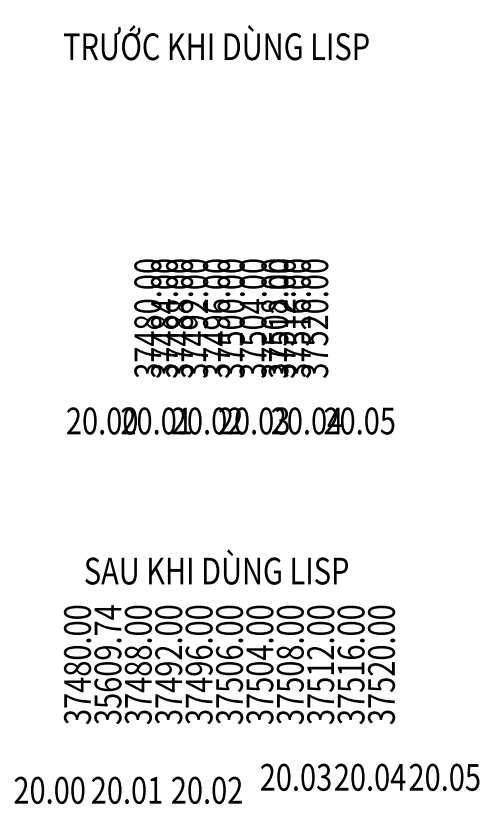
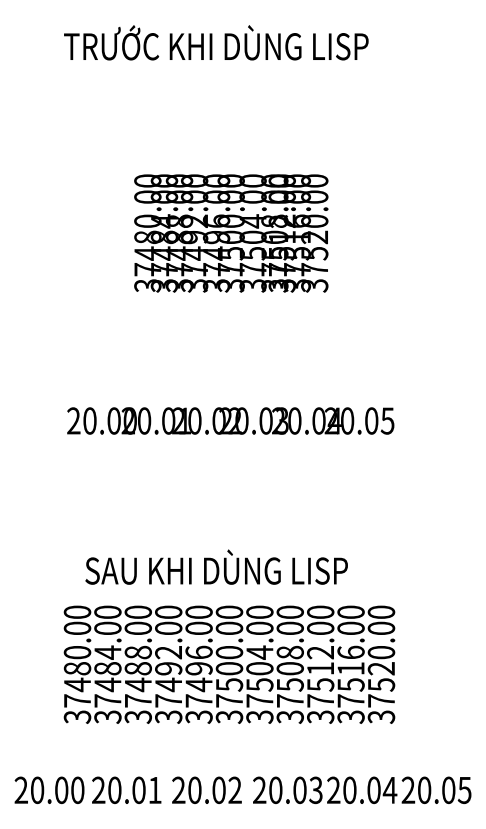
text at (231, 318) position: (231, 318) -> (231, 233)
text at (229, 652): 37506.00 -> 37500.00
text at (107, 656): 35609.74 -> 37484.00
text at (370, 776) position: (370, 776) -> (362, 789)
